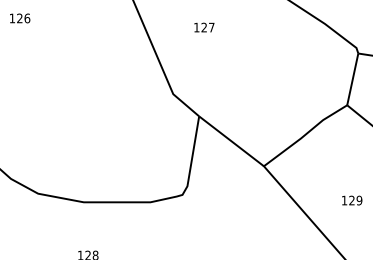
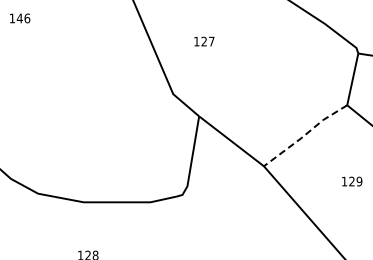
text at (19, 18): 126 -> 146
text at (204, 27) position: (204, 27) -> (204, 41)
line at (304, 135): solid -> dashed
text at (352, 200) position: (352, 200) -> (352, 181)
